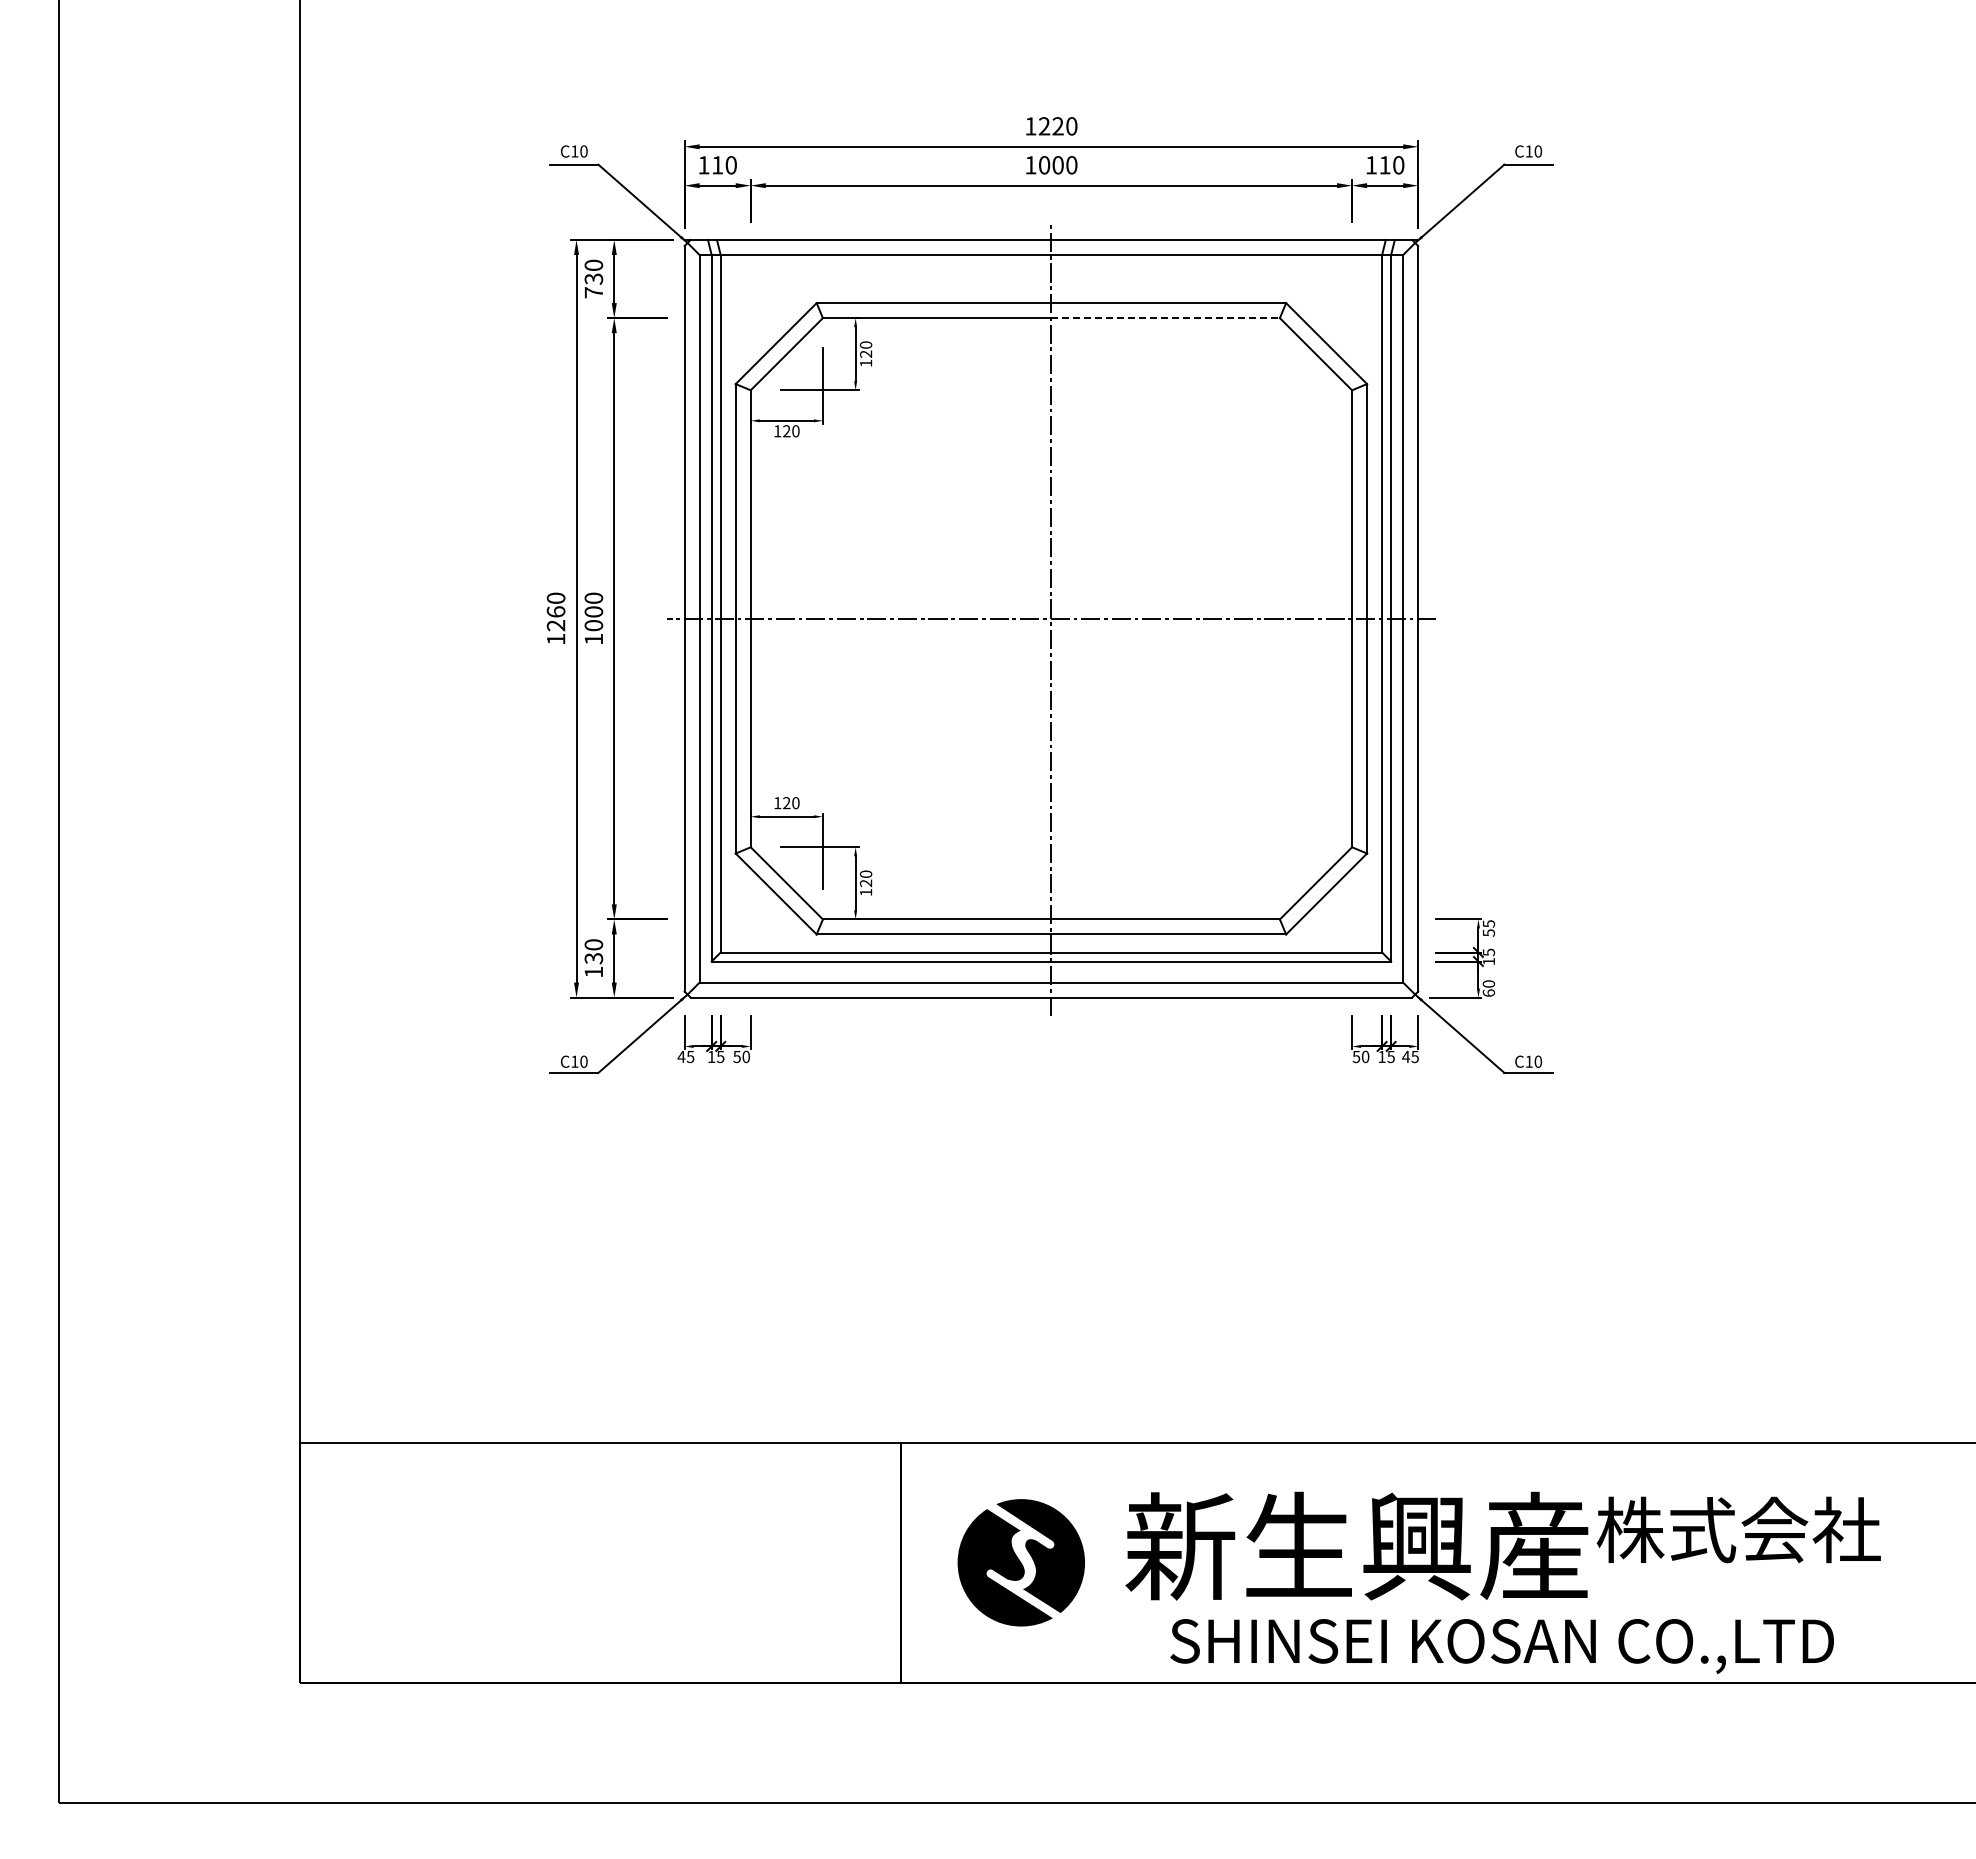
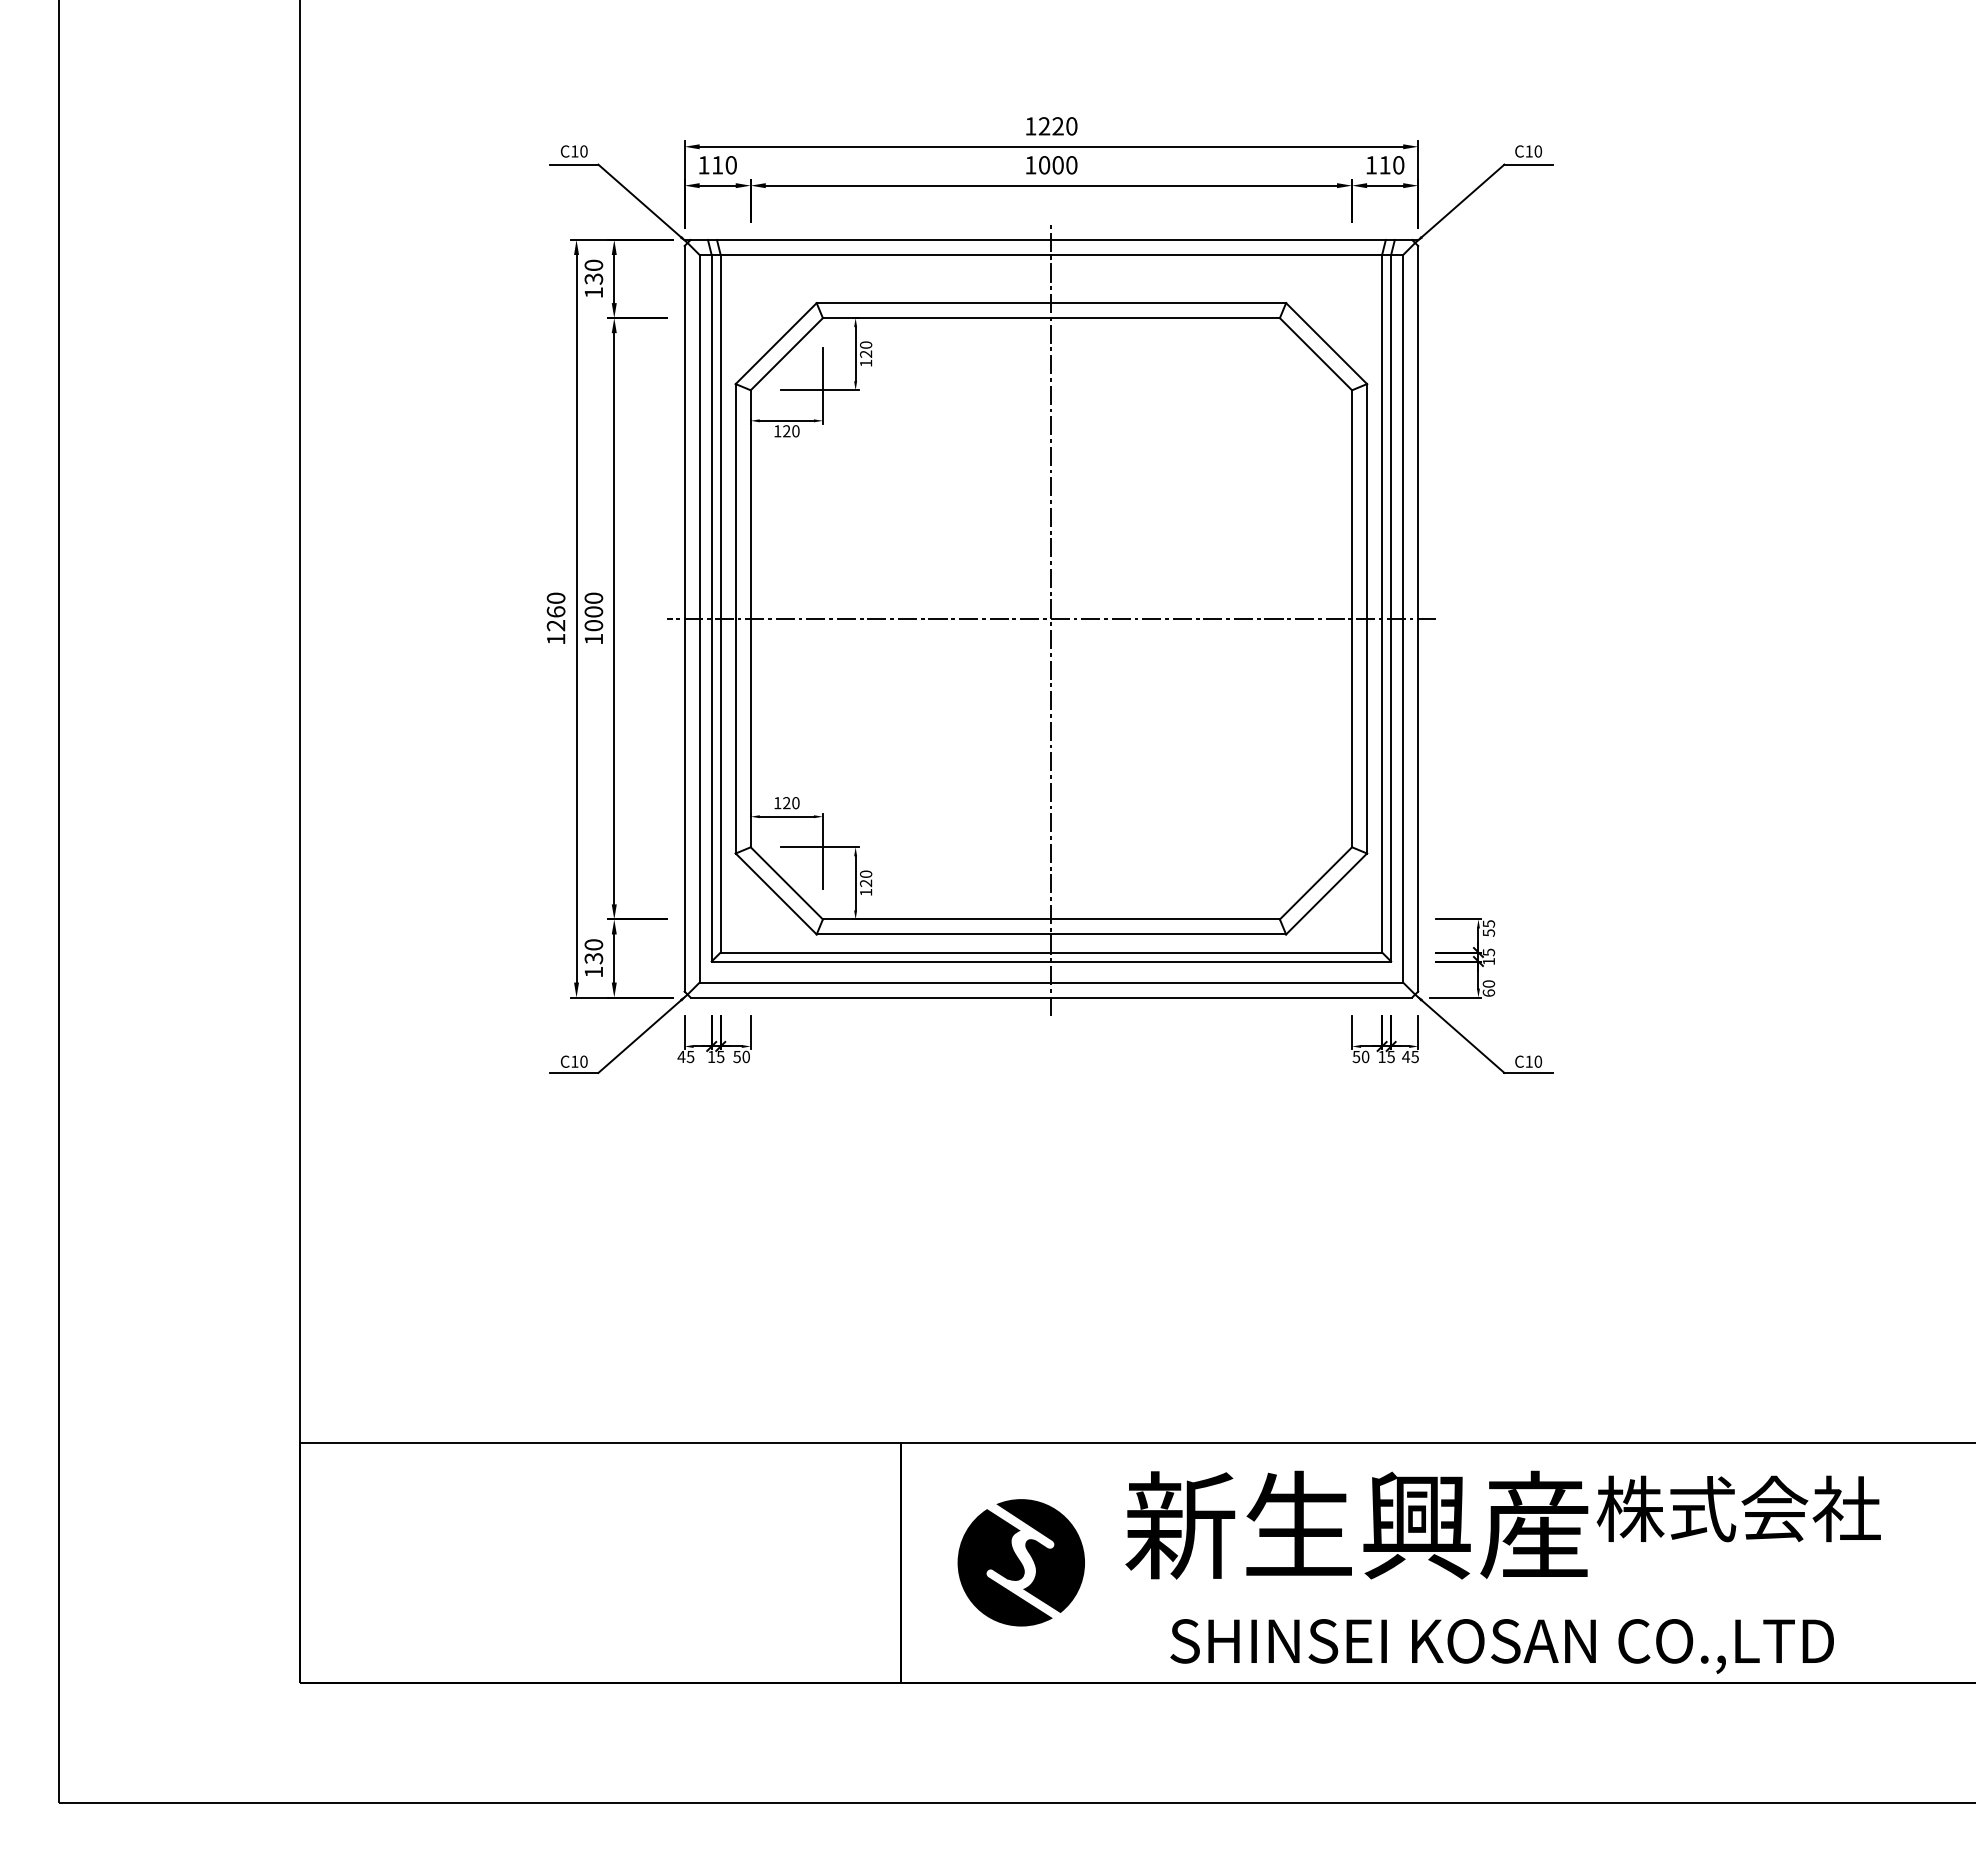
text at (593, 292): 730 -> 130
line at (1166, 318): dashed -> solid
text at (1502, 1545) position: (1502, 1545) -> (1502, 1524)
